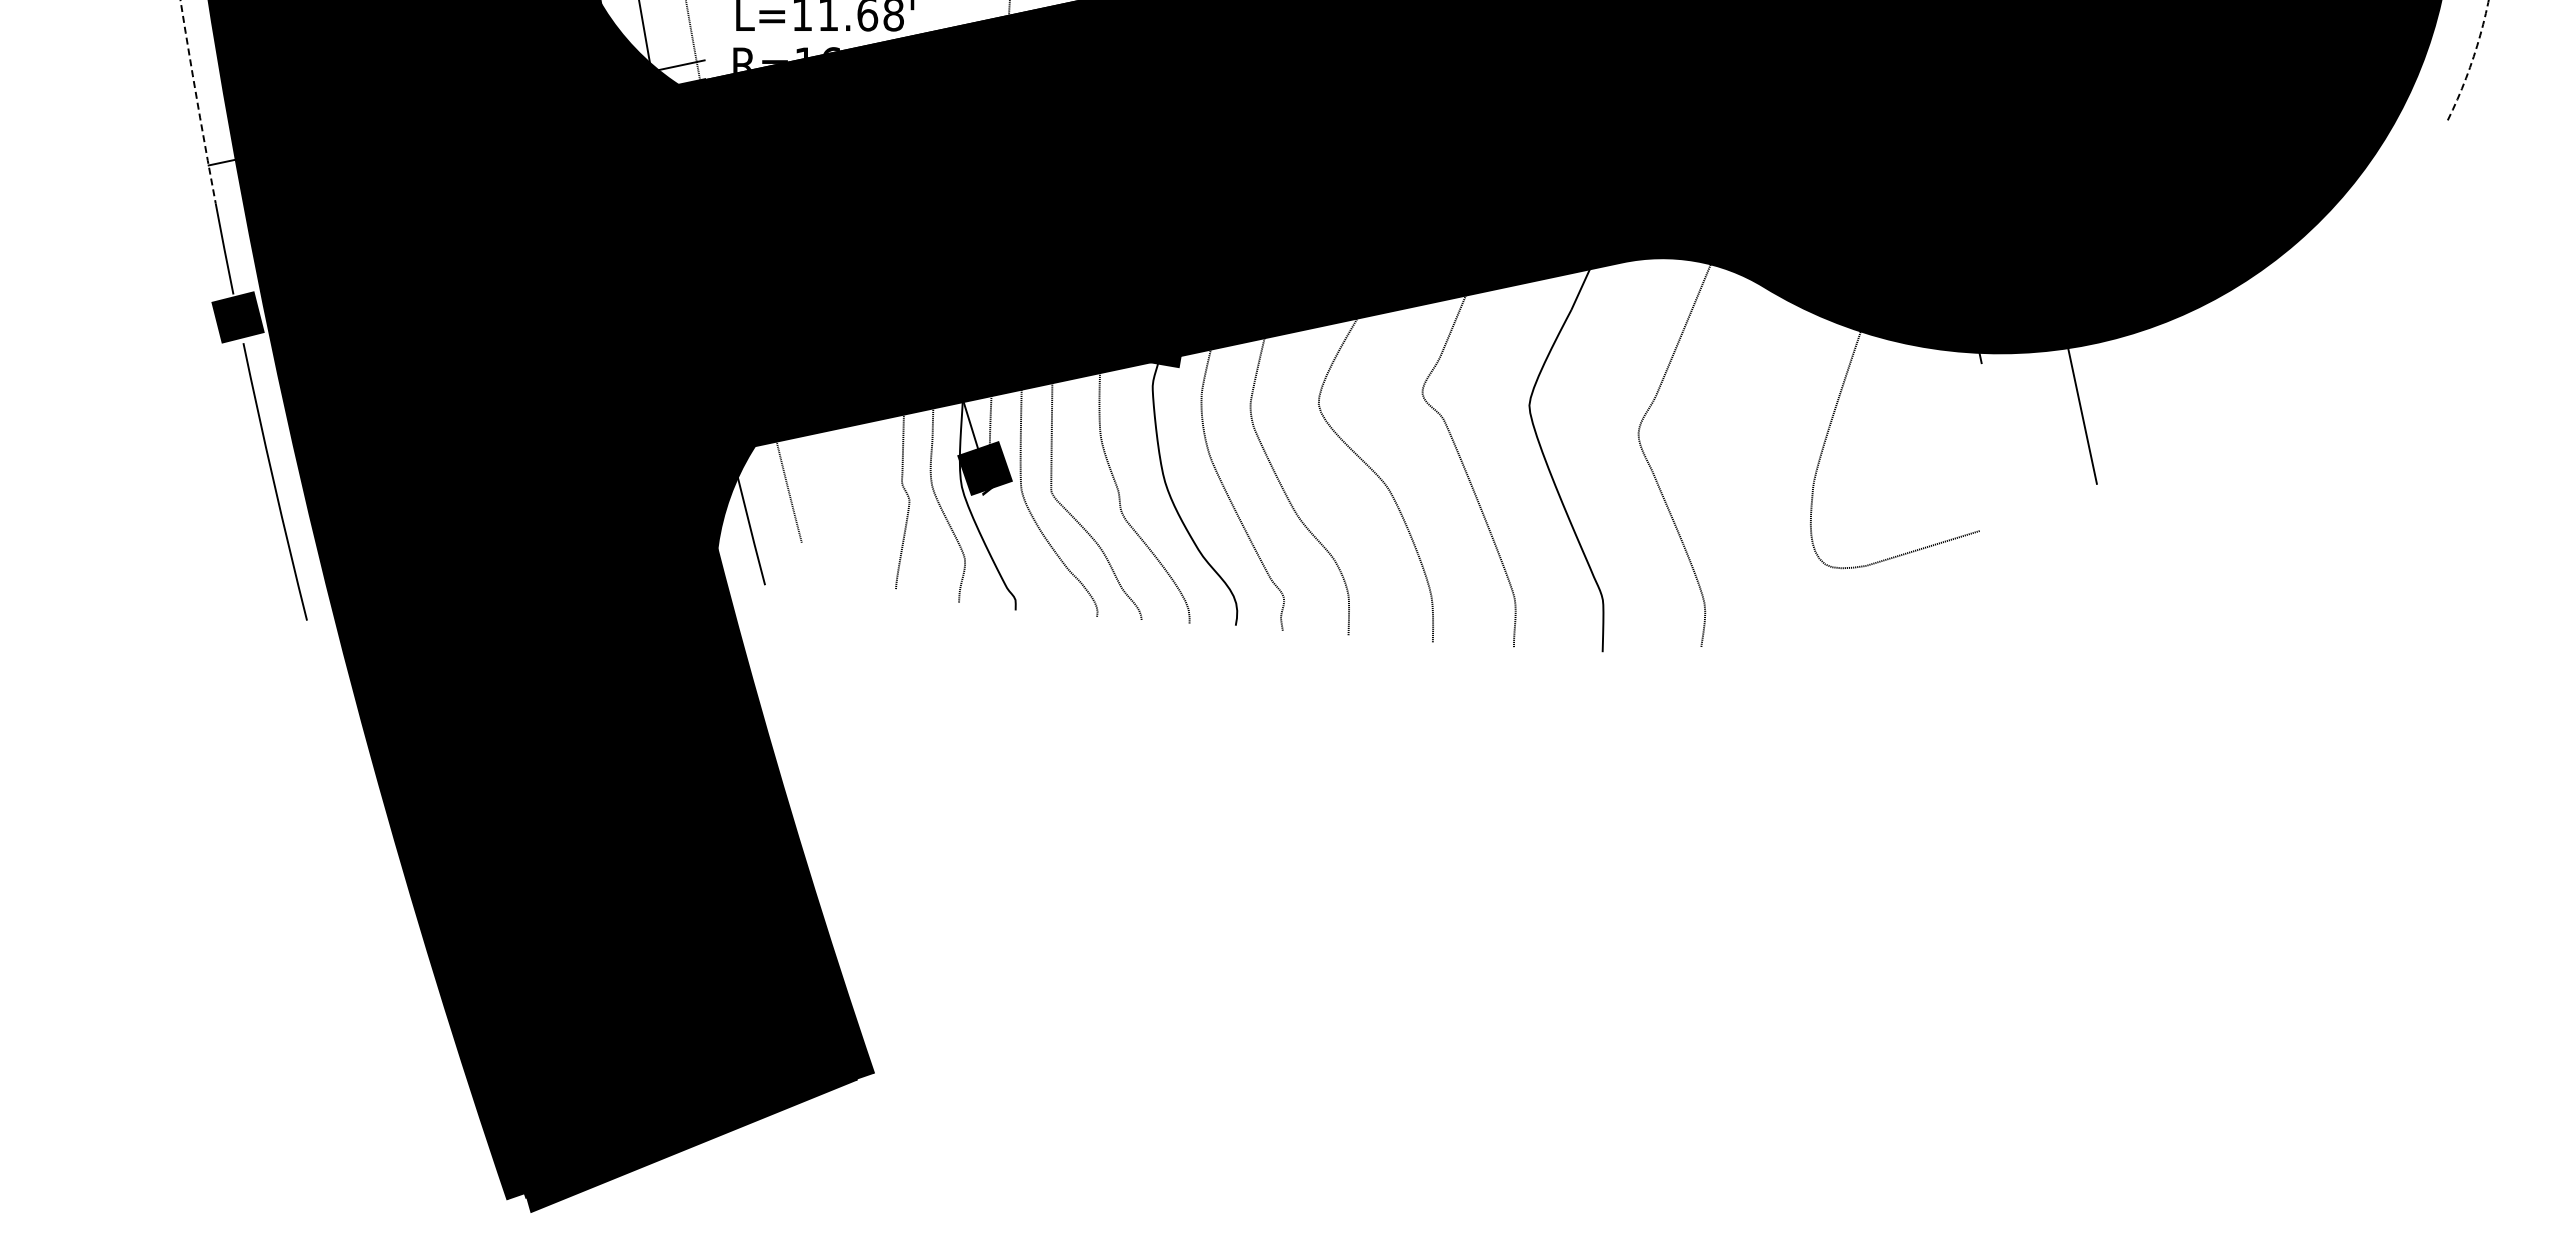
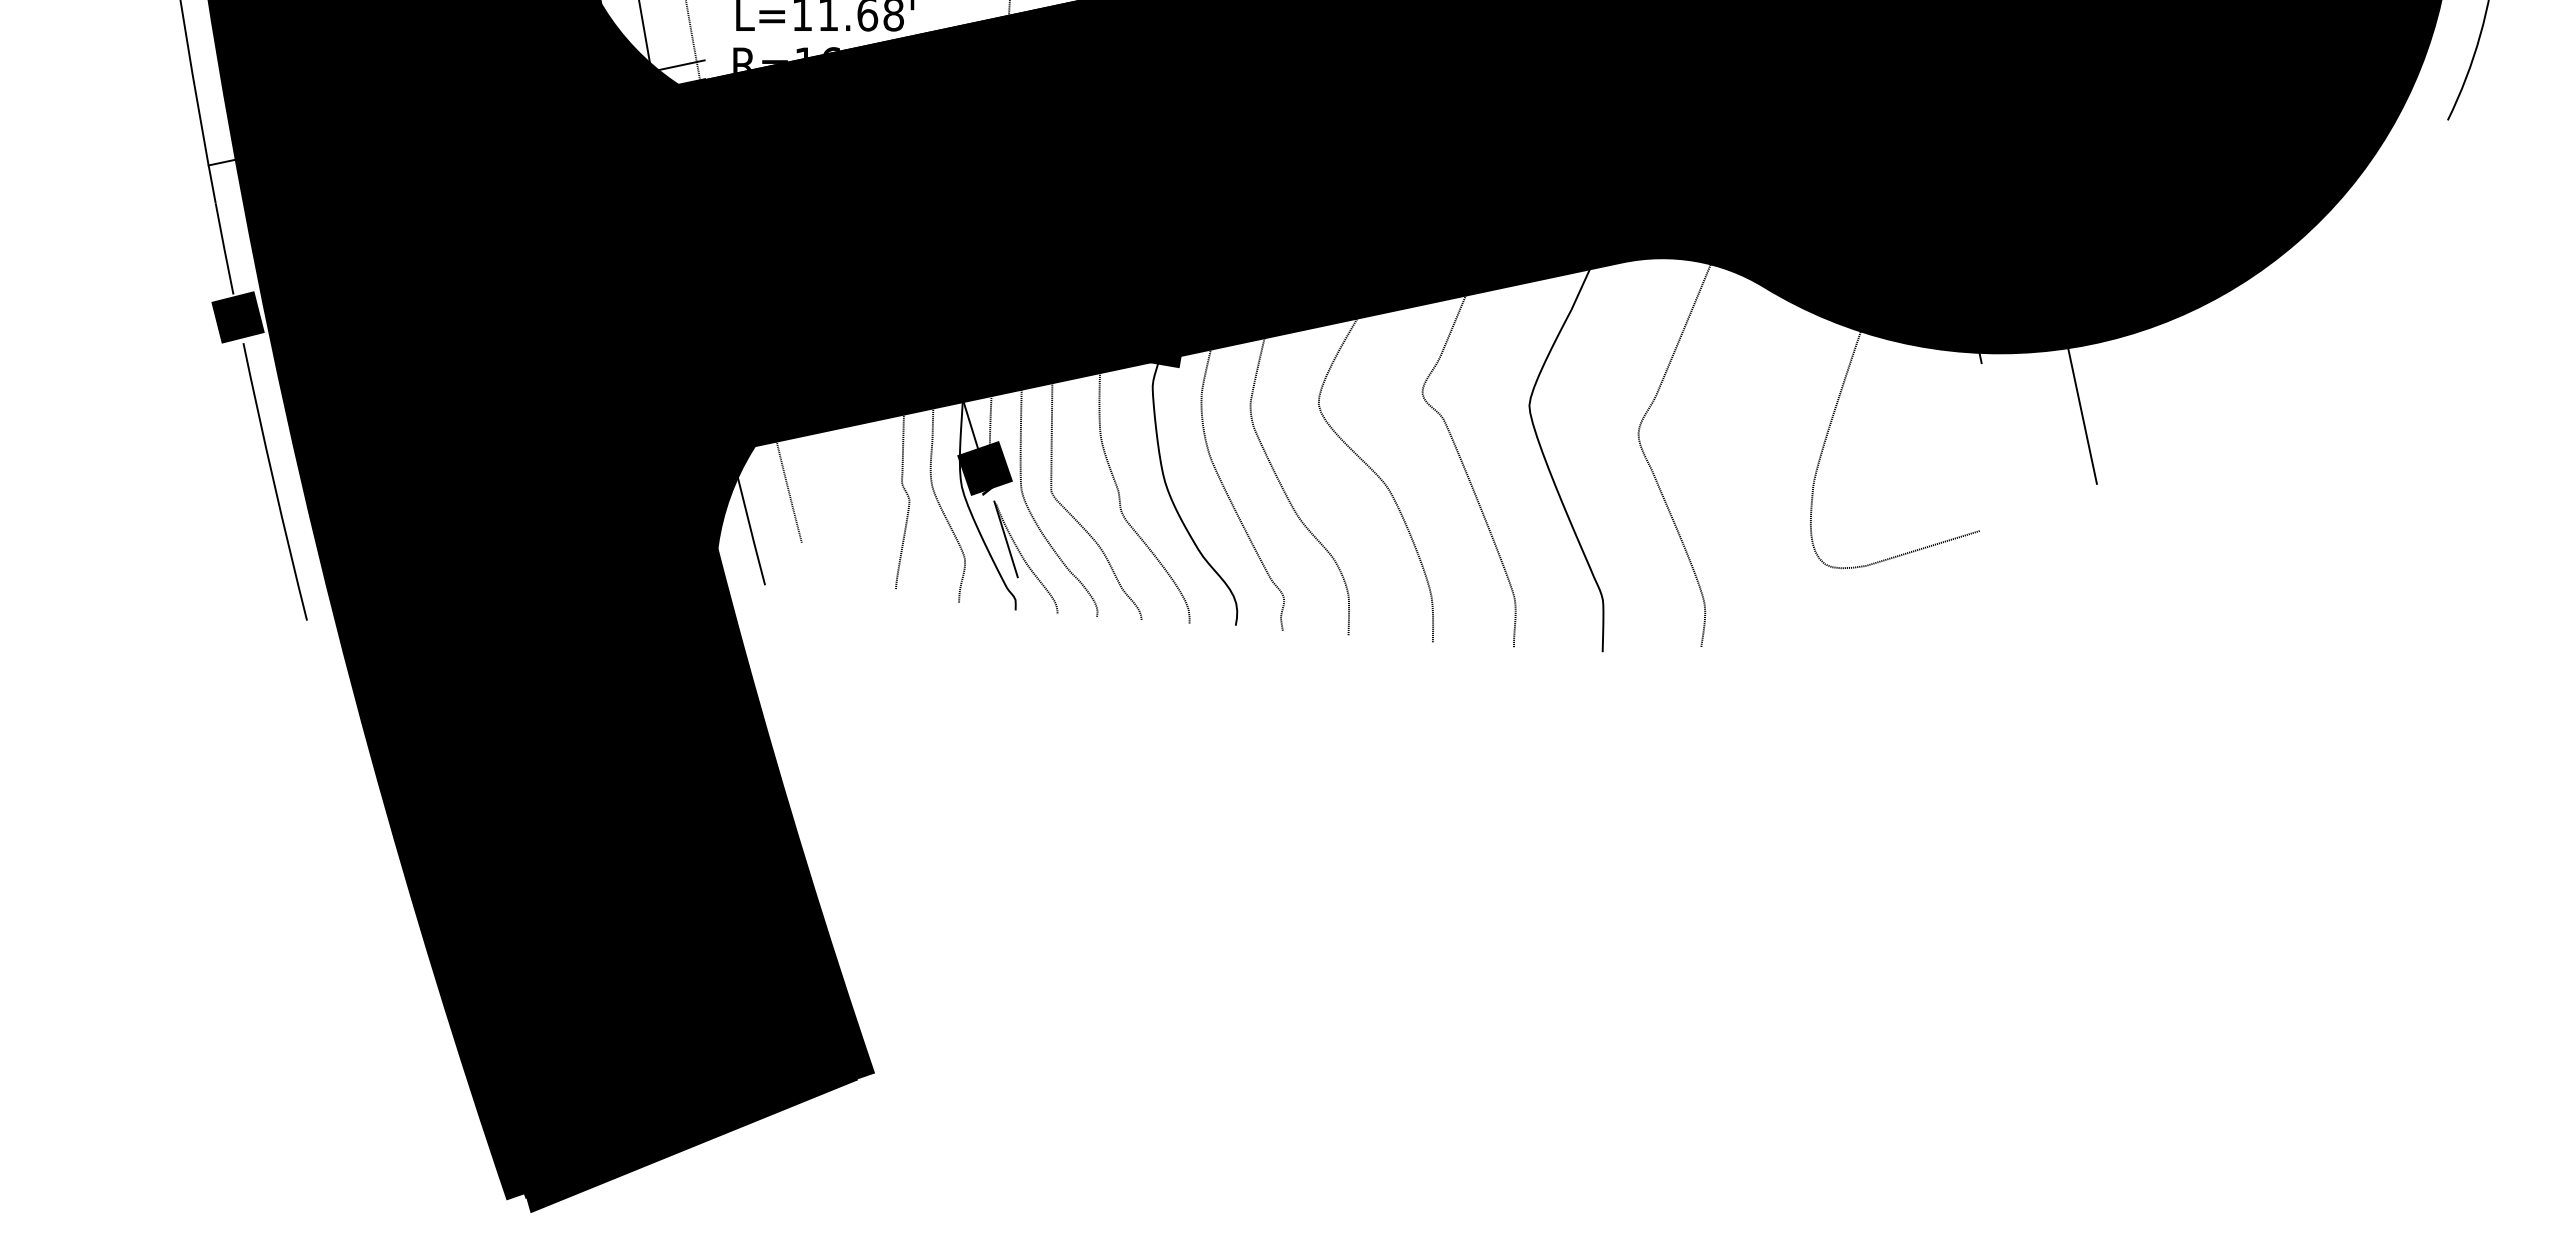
arc at (2472, 60): dashed -> solid
arc at (197, 102): dashed -> solid
part at (1025, 556): none -> present
